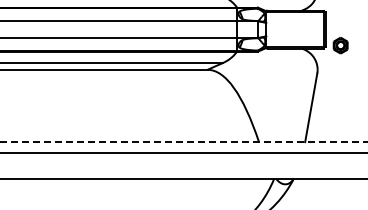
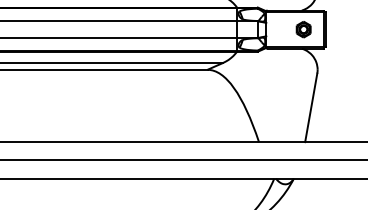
part at (340, 45) position: (340, 45) -> (303, 29)
line at (184, 142): dashed -> solid
line at (183, 153) position: (183, 153) -> (183, 160)
